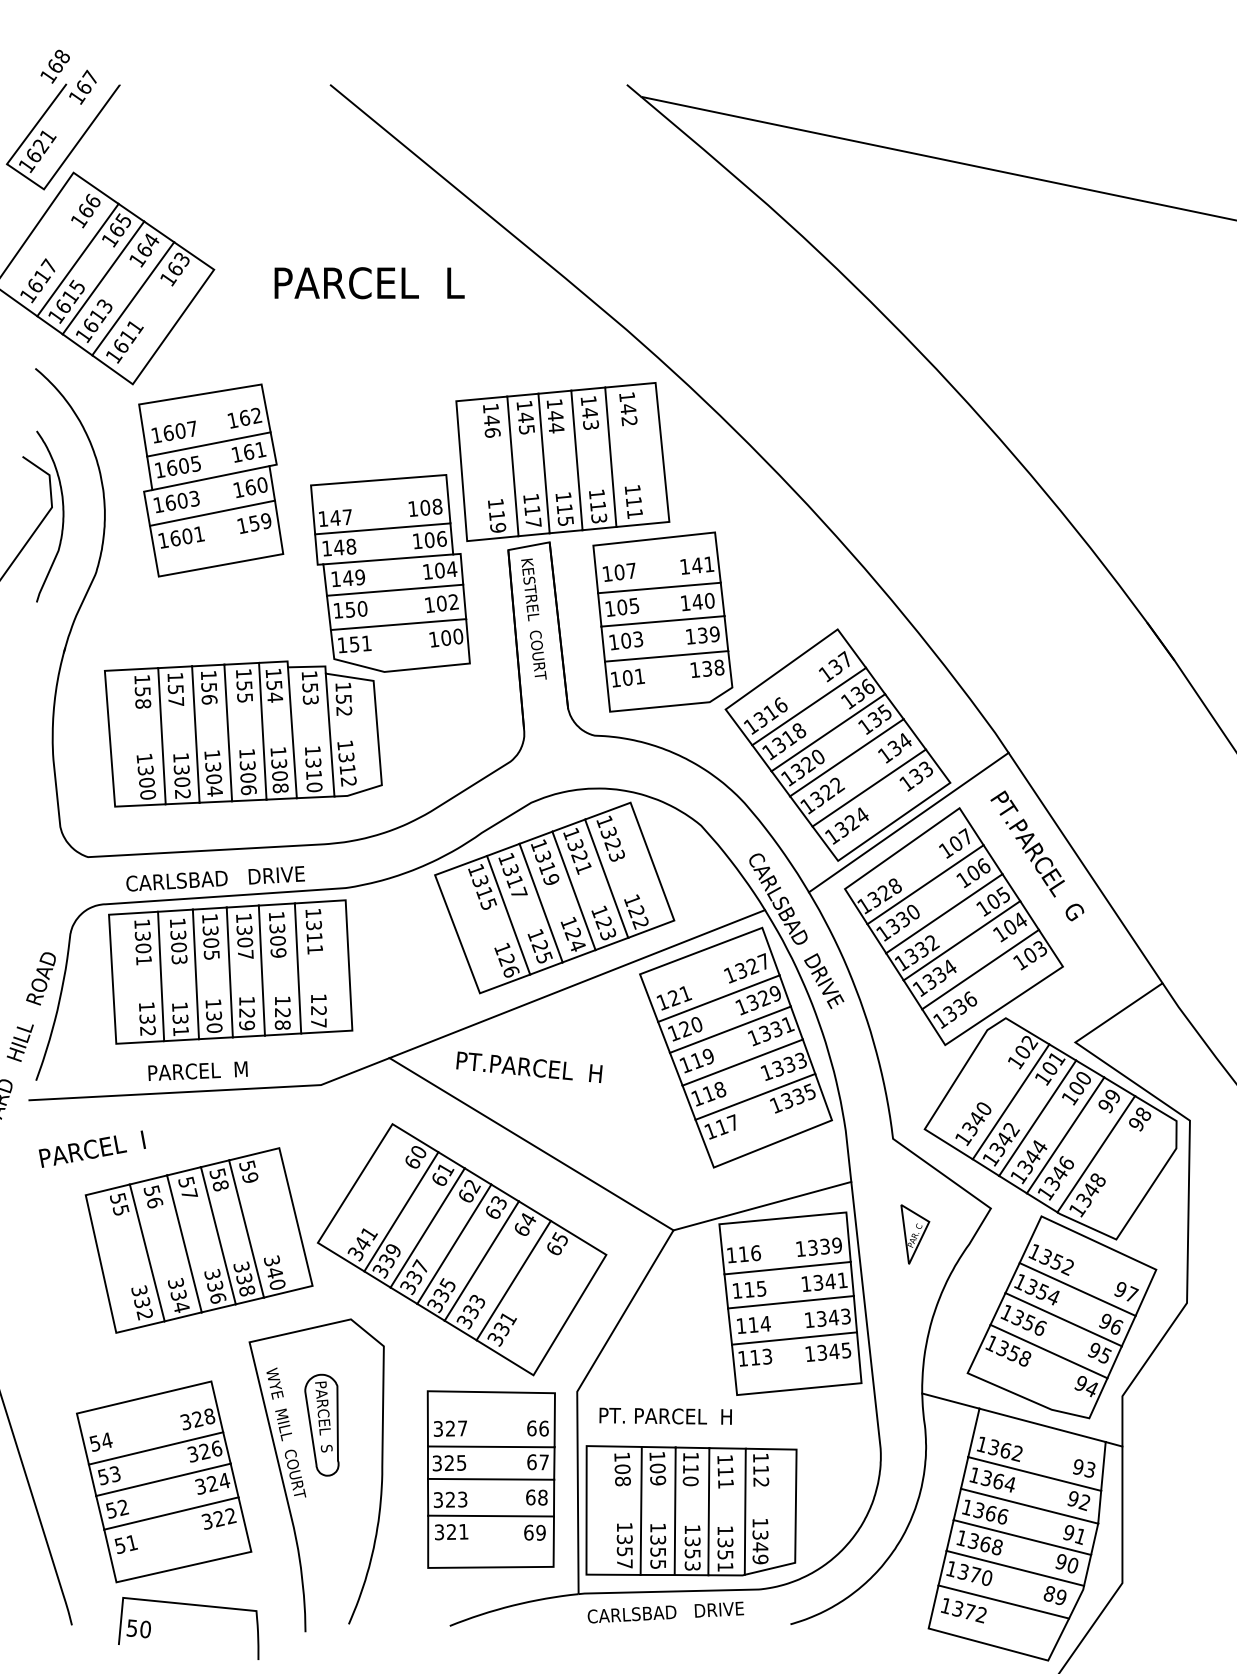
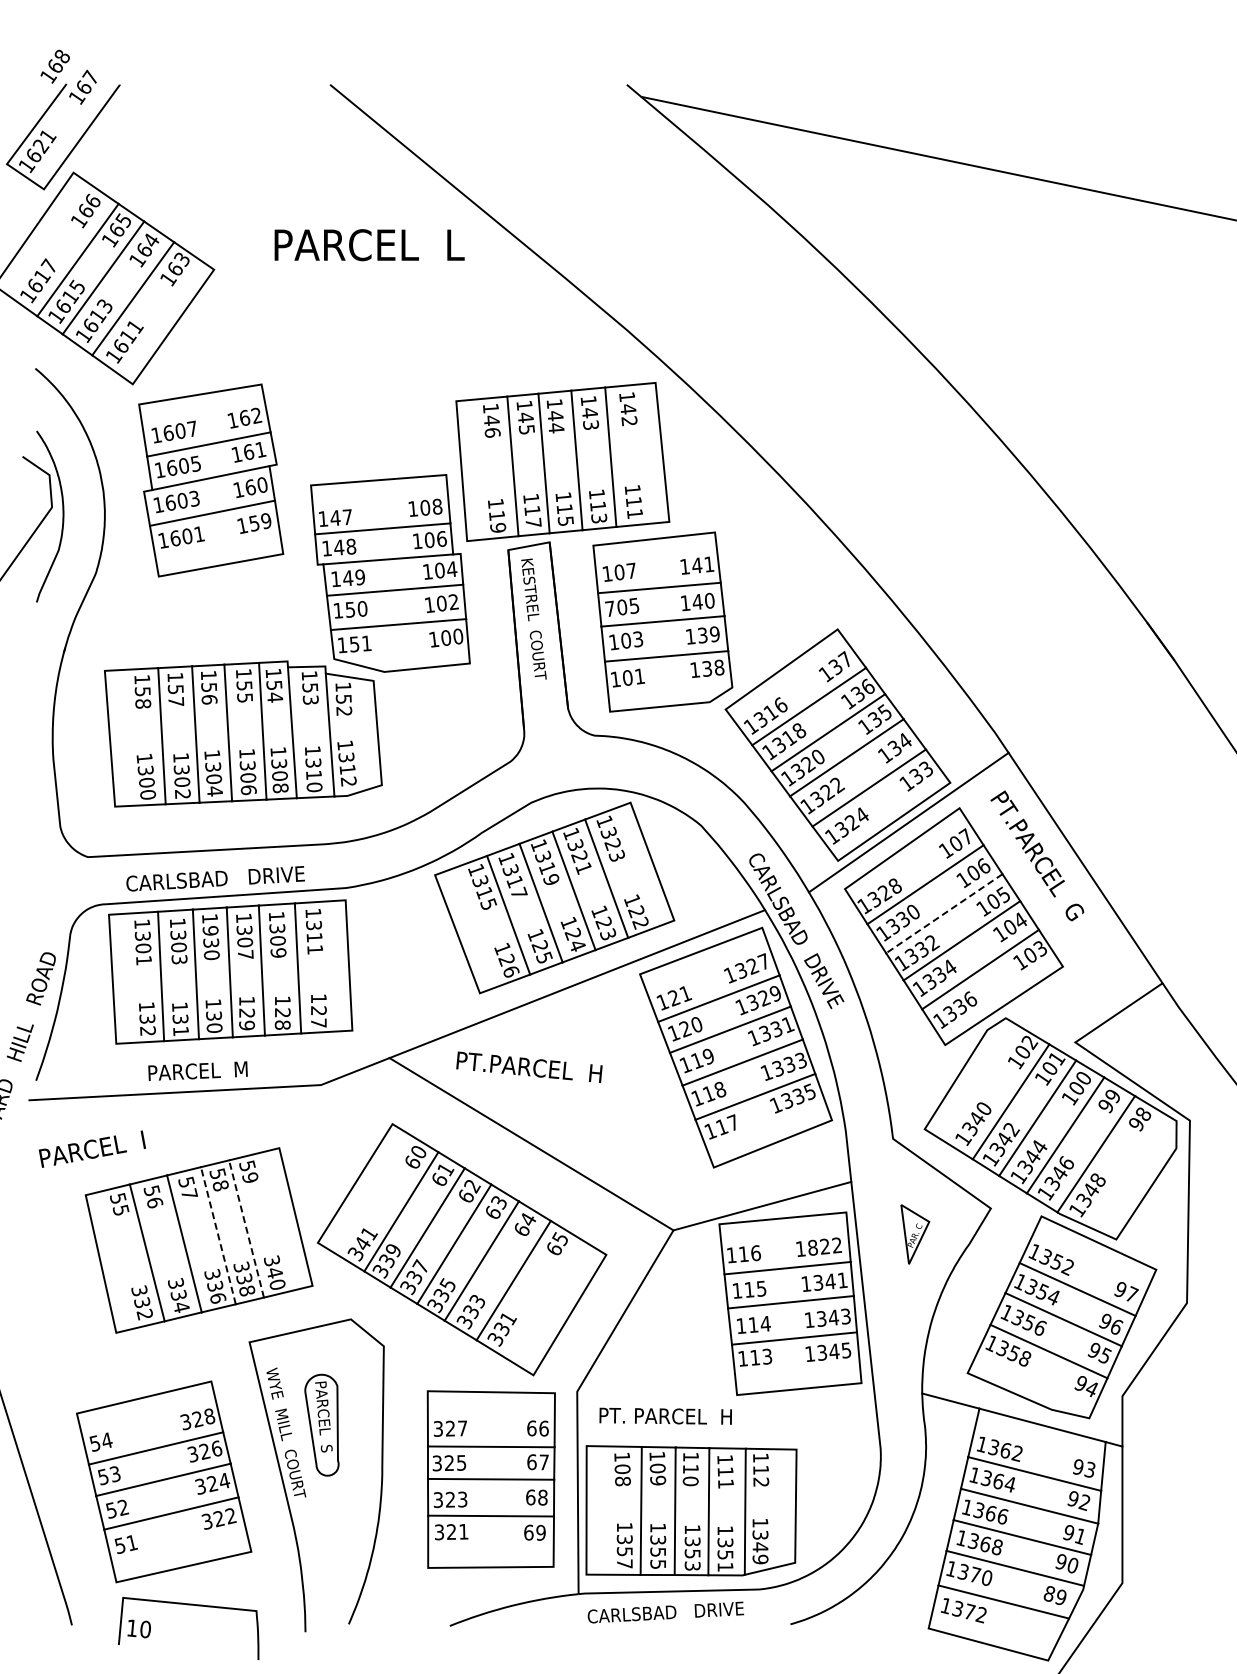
text at (369, 283) position: (369, 283) -> (369, 245)
text at (610, 608): 105 -> 705
line at (943, 914): solid -> dashed
text at (211, 943): 1305 -> 1930
line at (246, 1229): solid -> dashed
line at (218, 1235): solid -> dashed
text at (825, 1246): 1339 -> 1822
text at (131, 1628): 50 -> 10
